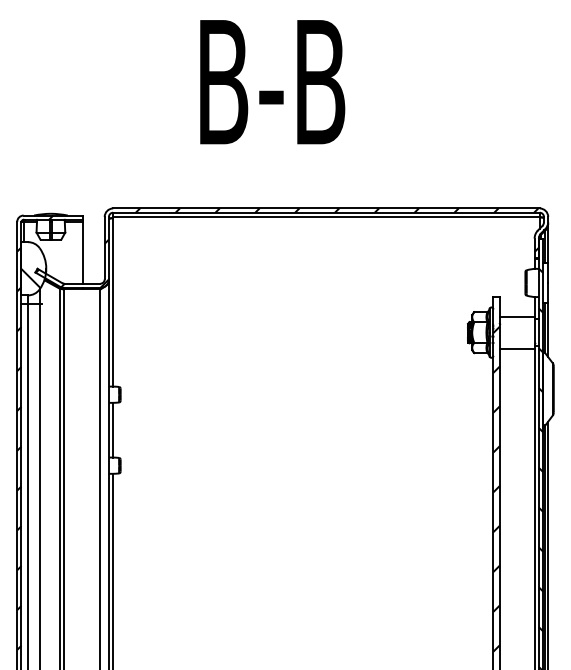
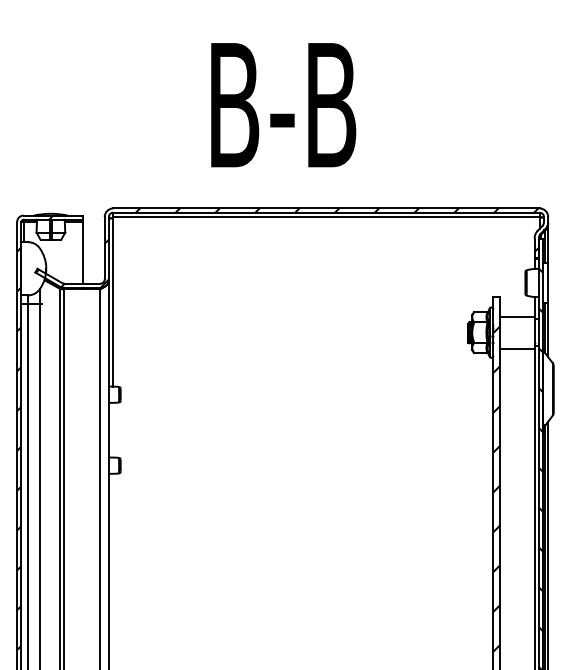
text at (272, 82) position: (272, 82) -> (283, 105)
hatch at (30, 278): present -> none
line at (113, 429): present -> none
line at (113, 569): present -> none
